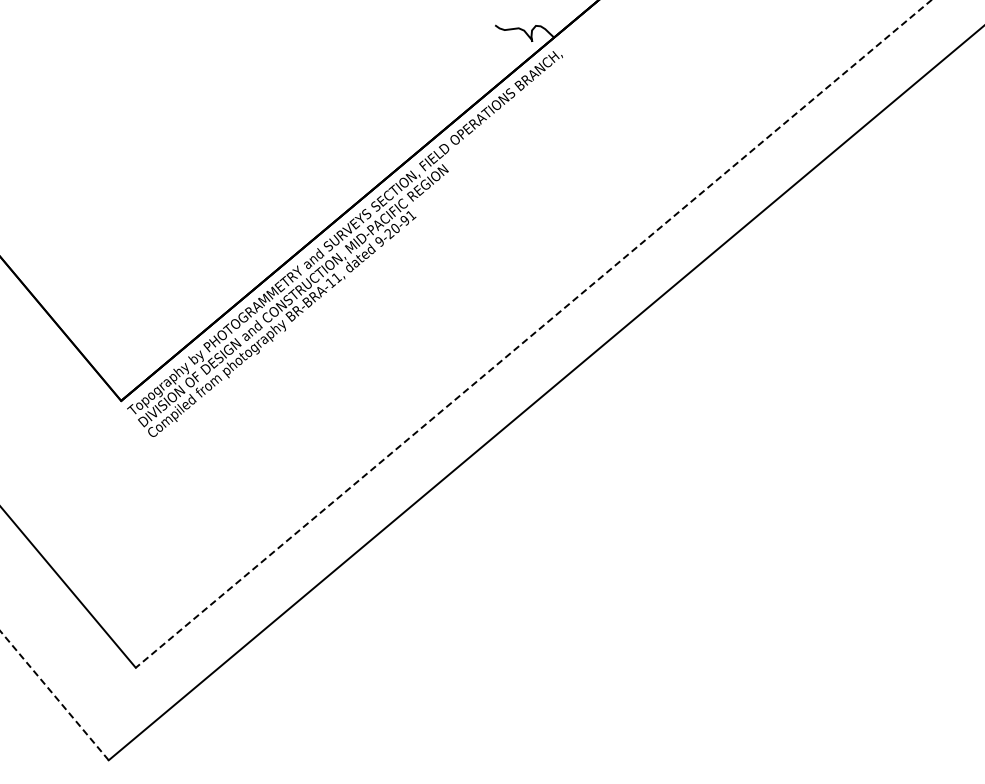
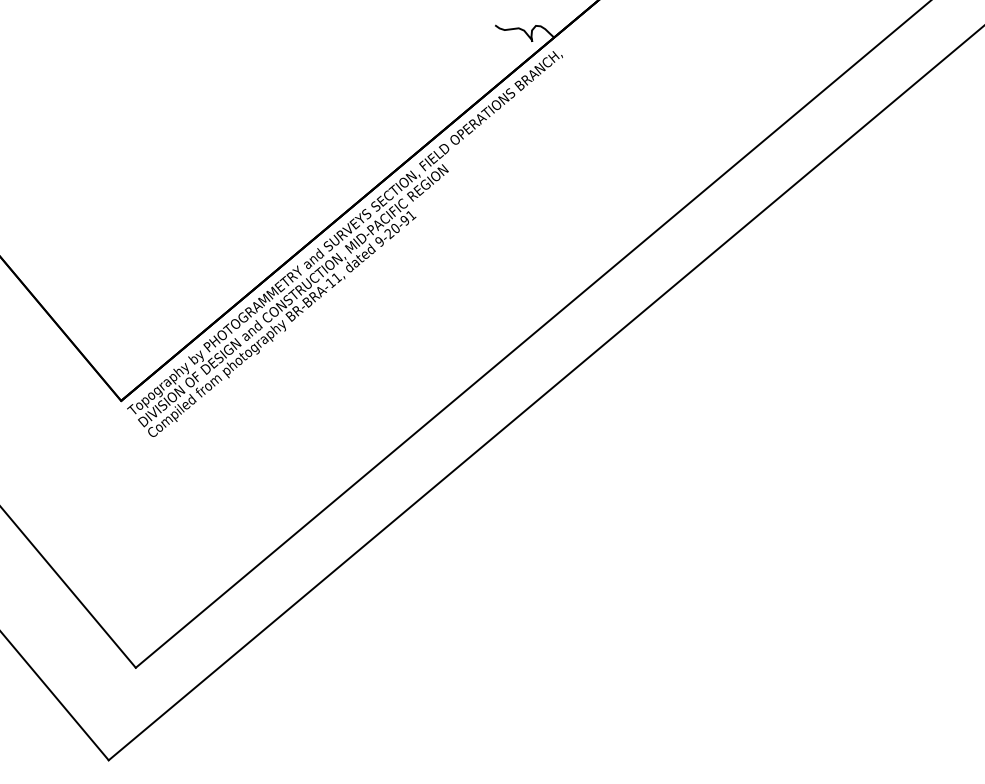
line at (533, 334): dashed -> solid
line at (54, 695): dashed -> solid
